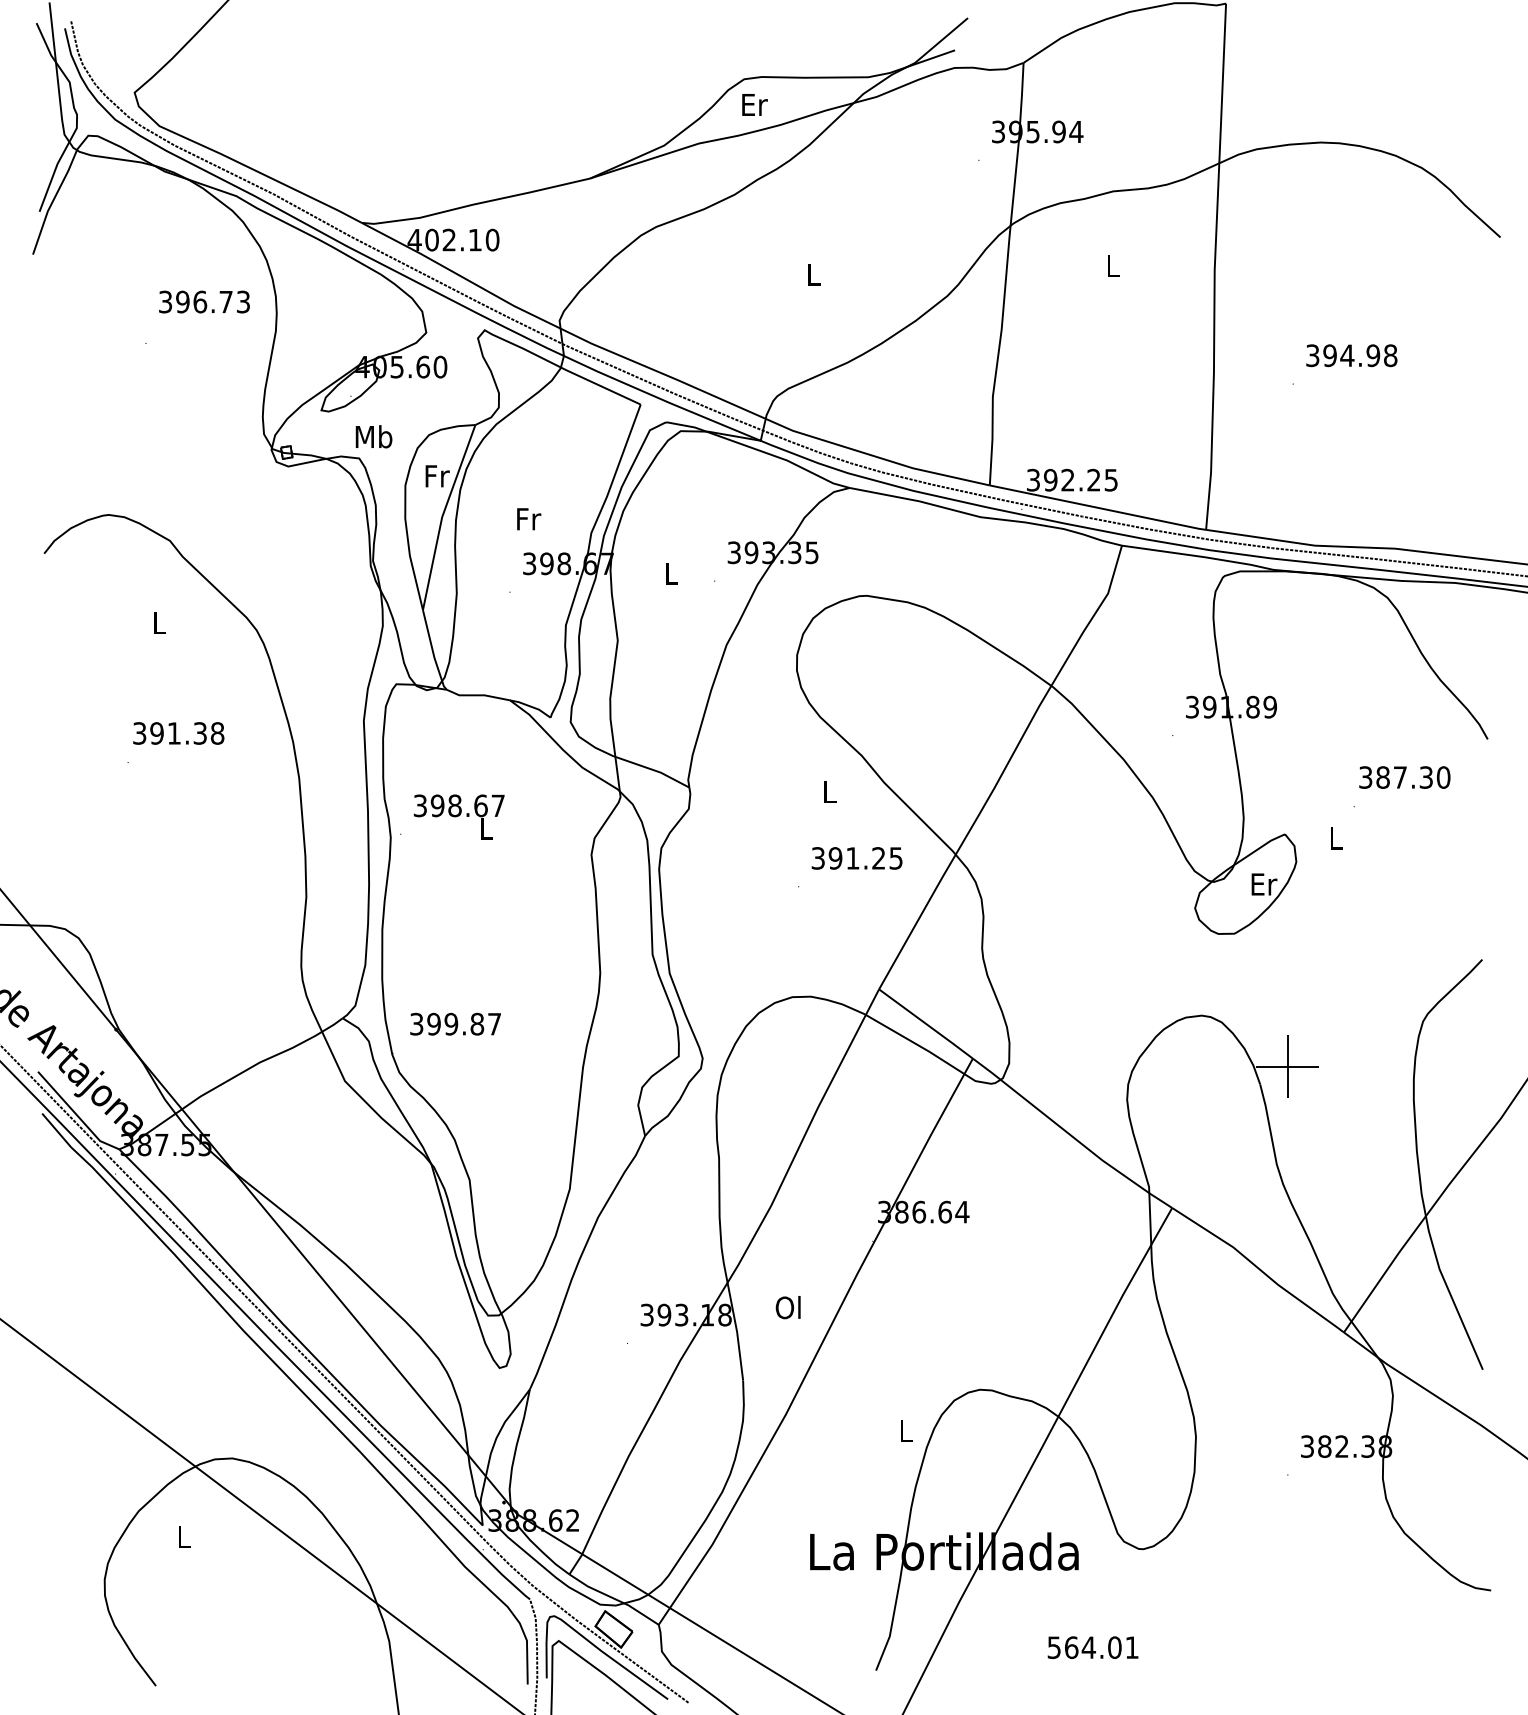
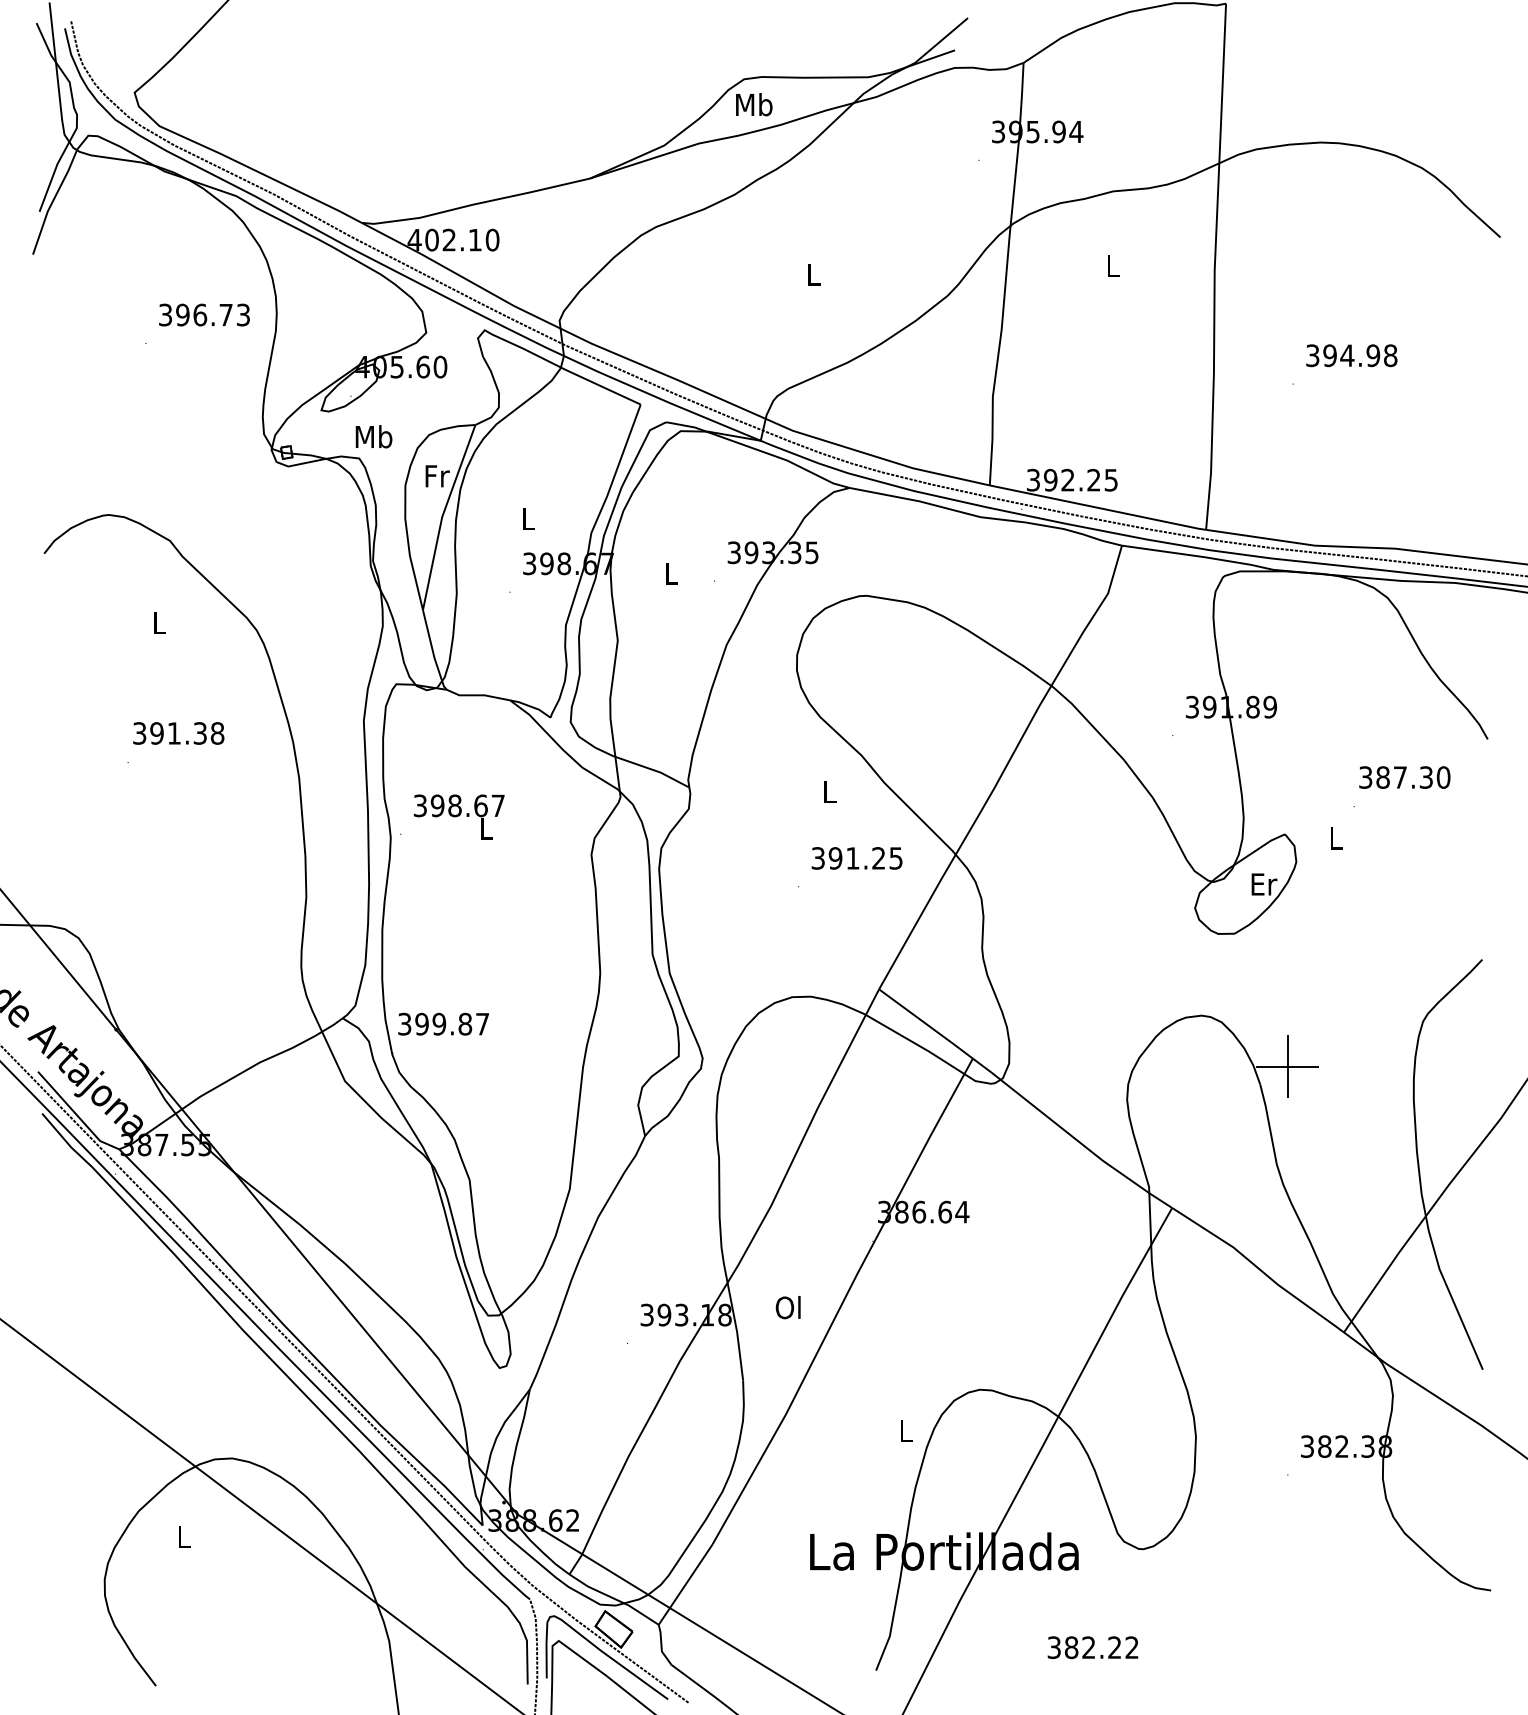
text at (754, 104): Er -> Mb
text at (204, 301) position: (204, 301) -> (204, 314)
text at (529, 519): Fr -> L
text at (455, 1023) position: (455, 1023) -> (443, 1023)
text at (1093, 1647): 564.01 -> 382.22
